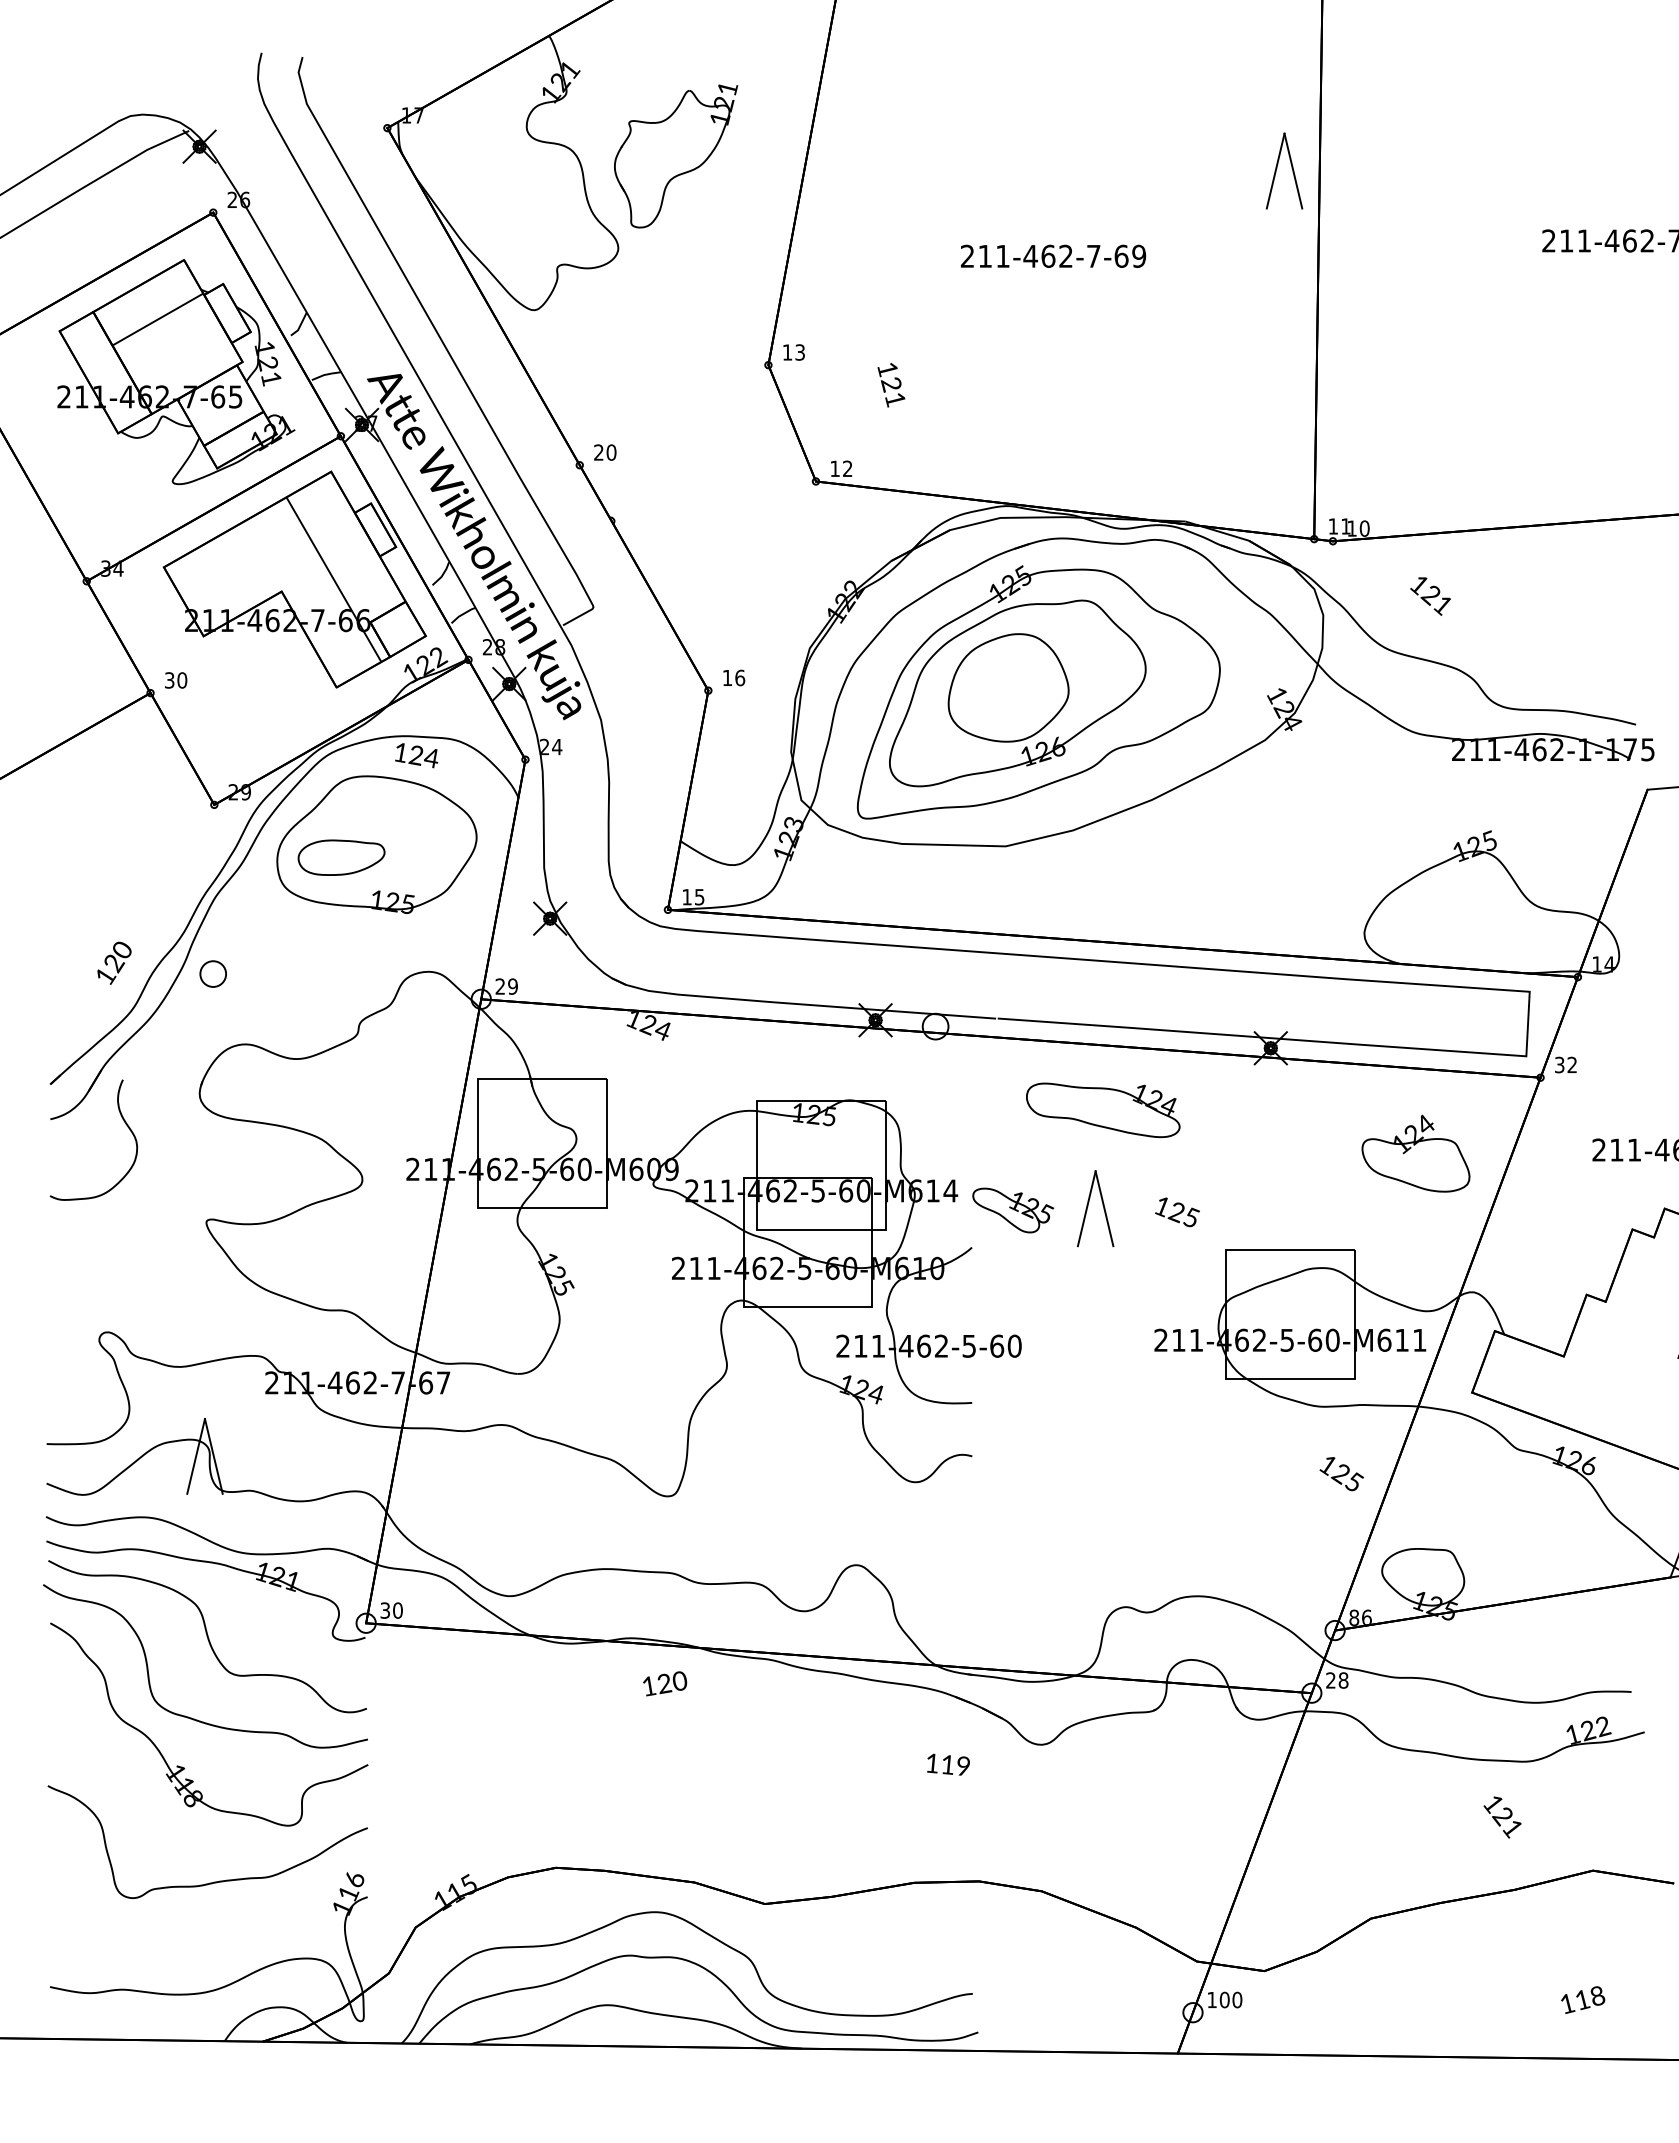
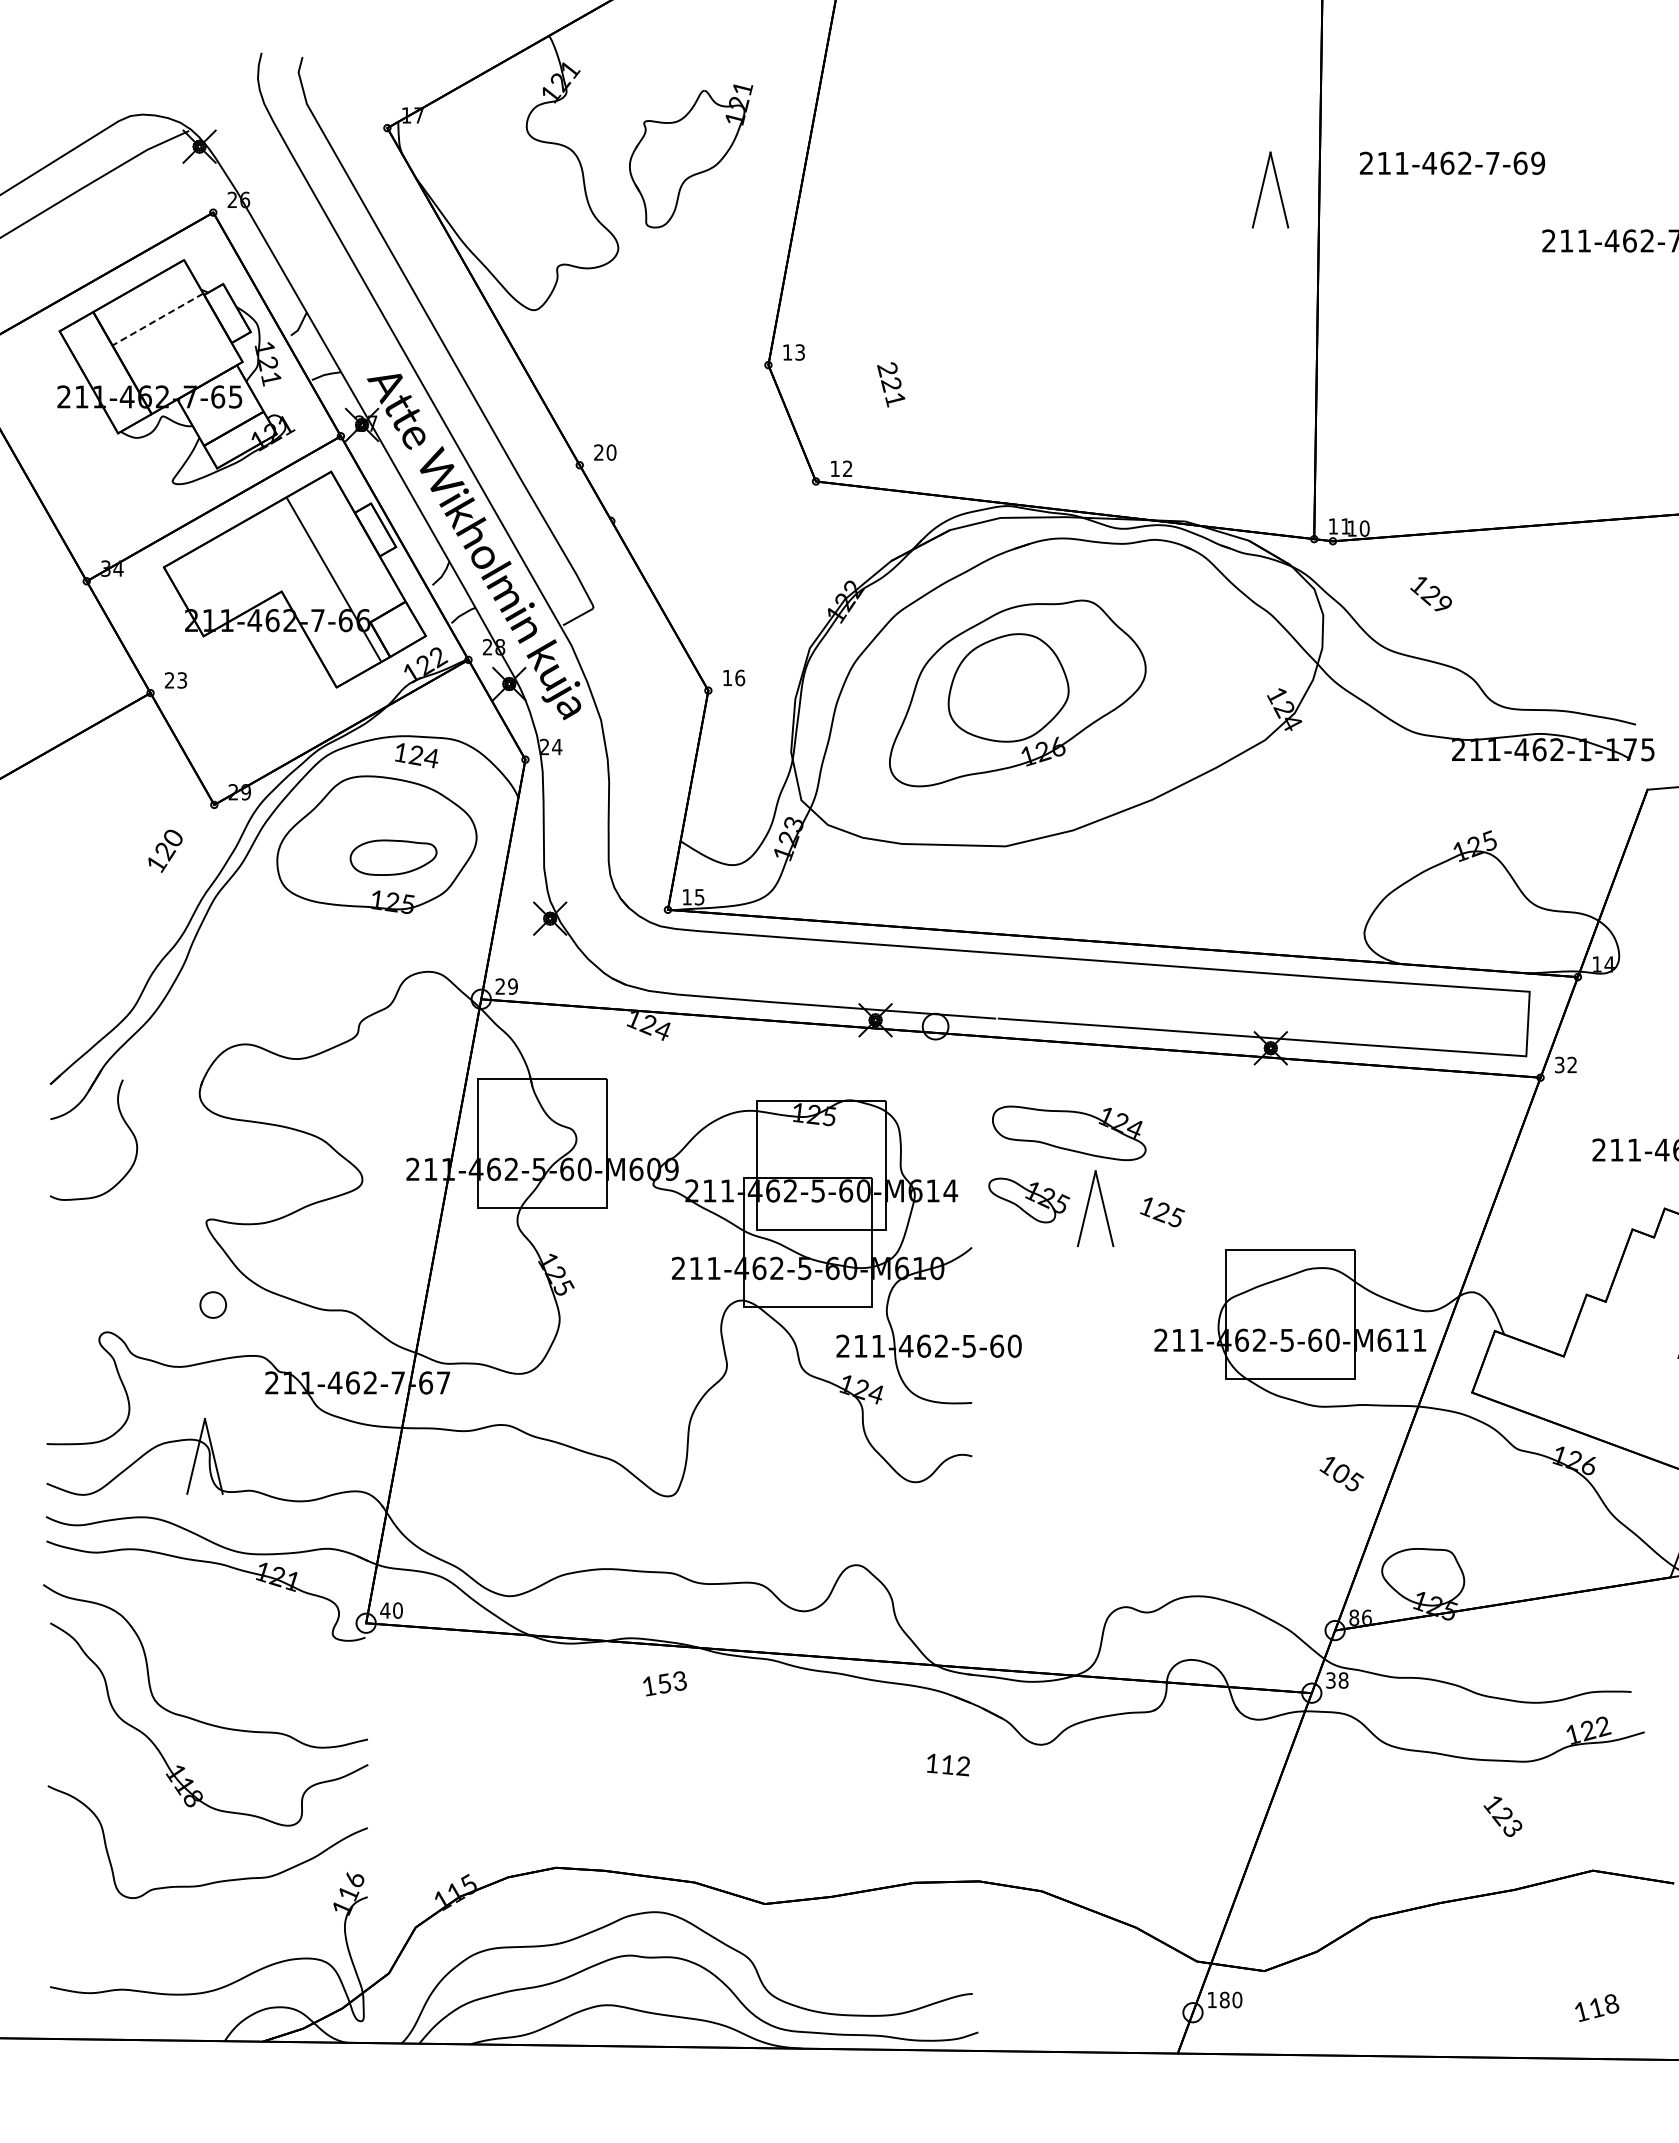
part at (676, 156) position: (676, 156) -> (691, 156)
part at (1277, 168) position: (1277, 168) -> (1263, 187)
text at (1053, 255) position: (1053, 255) -> (1452, 162)
line at (157, 319): solid -> dashed
text at (887, 369): 121 -> 221
text at (1442, 605): 121 -> 129
text at (176, 680): 30 -> 23
part at (1038, 692): present -> none
part at (341, 857) position: (341, 857) -> (393, 857)
text at (114, 962) position: (114, 962) -> (165, 850)
part at (212, 973) position: (212, 973) -> (212, 1304)
part at (1103, 1110) position: (1103, 1110) -> (1069, 1133)
part at (1415, 1153): present -> none
part at (1013, 1210) position: (1013, 1210) -> (1029, 1200)
text at (1177, 1212) position: (1177, 1212) -> (1162, 1212)
text at (1340, 1474): 125 -> 105
text at (385, 1610): 30 -> 40
part at (207, 1636): present -> none
text at (1330, 1680): 28 -> 38
text at (672, 1682): 120 -> 153
text at (962, 1766): 119 -> 112
text at (1512, 1829): 121 -> 123
text at (1224, 1999): 100 -> 180
text at (1583, 1999) position: (1583, 1999) -> (1597, 2007)
